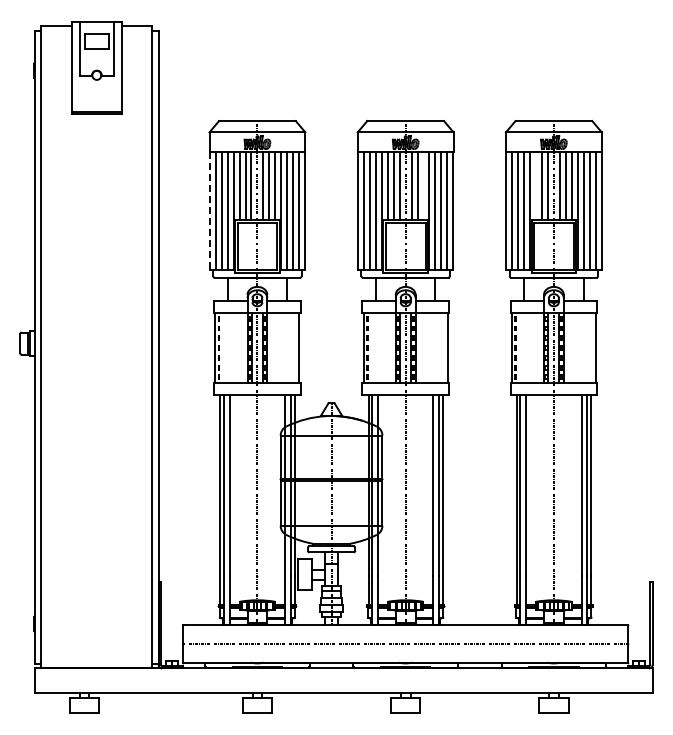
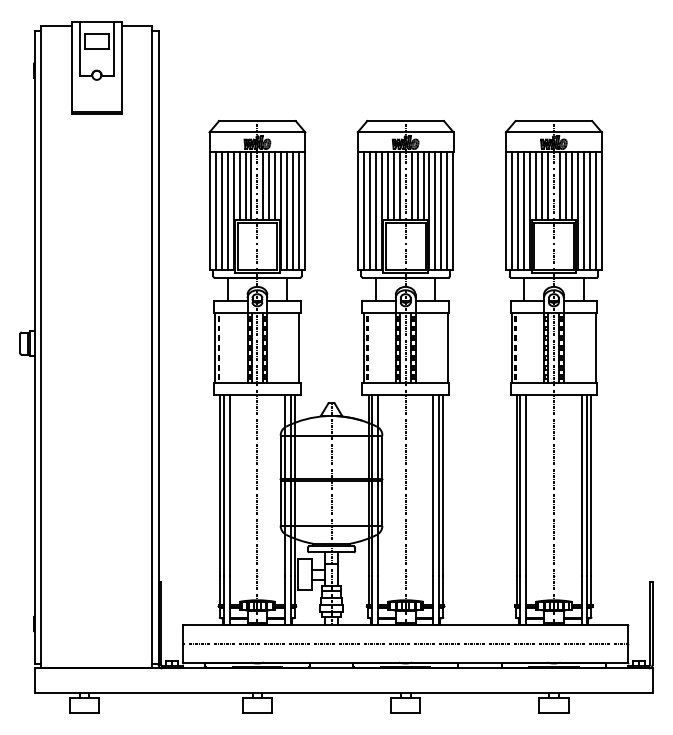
line at (423, 185): none -> present
line at (536, 185): none -> present
line at (209, 211): dashed -> solid
